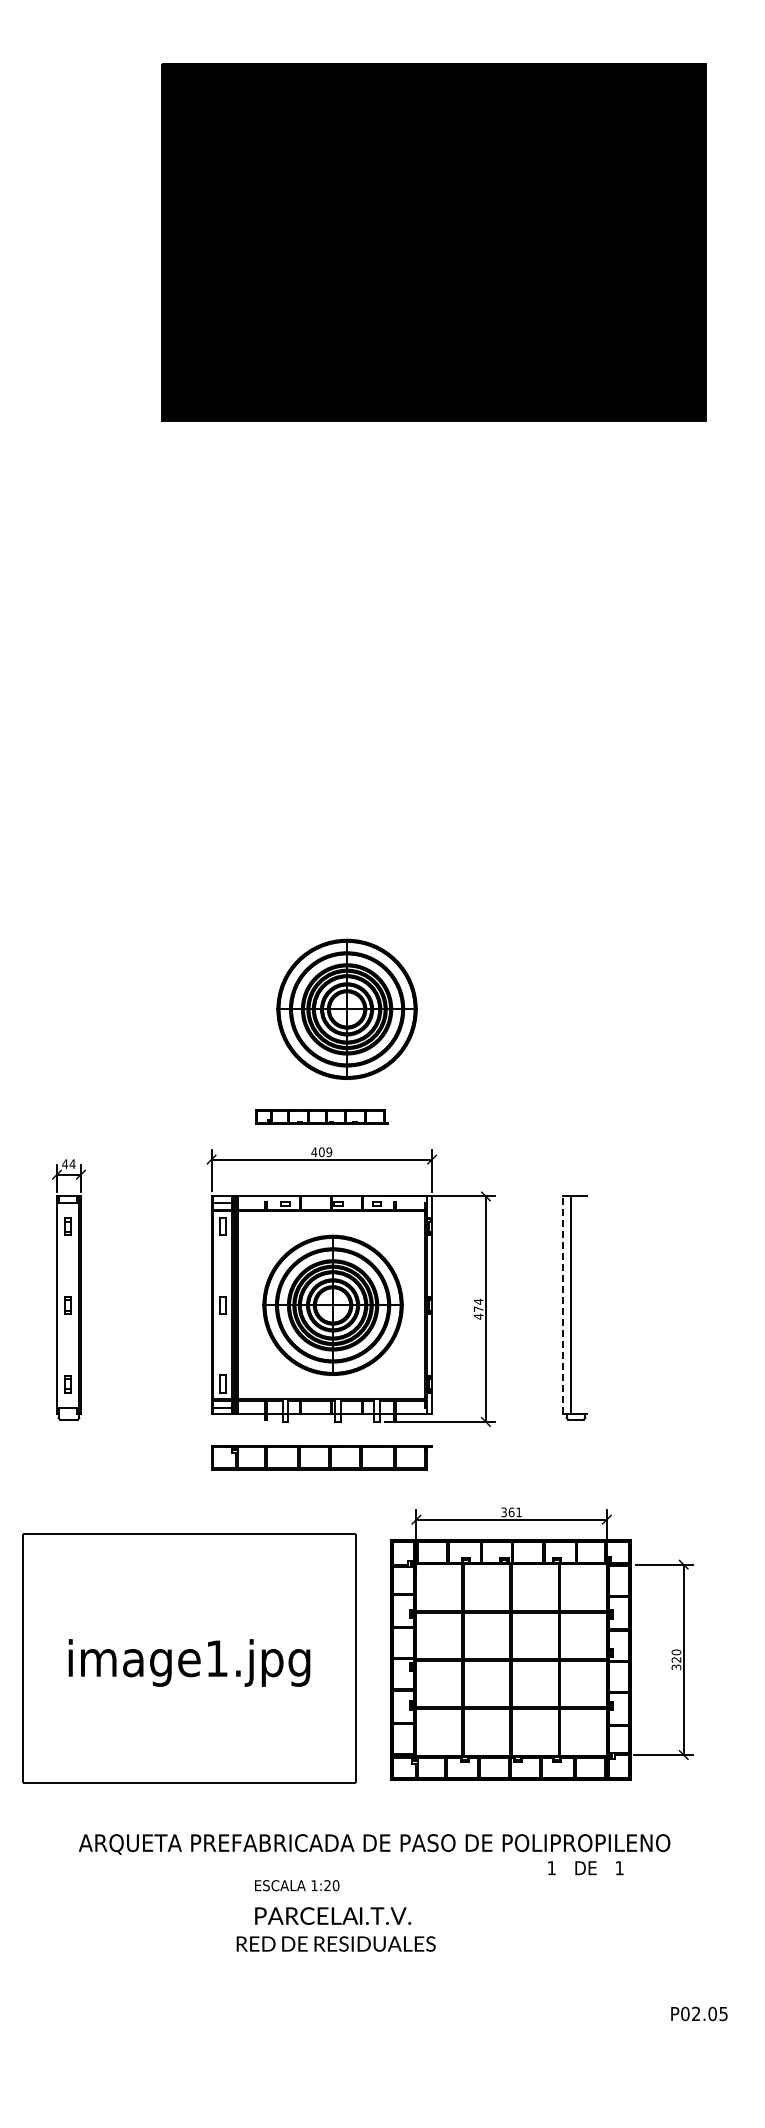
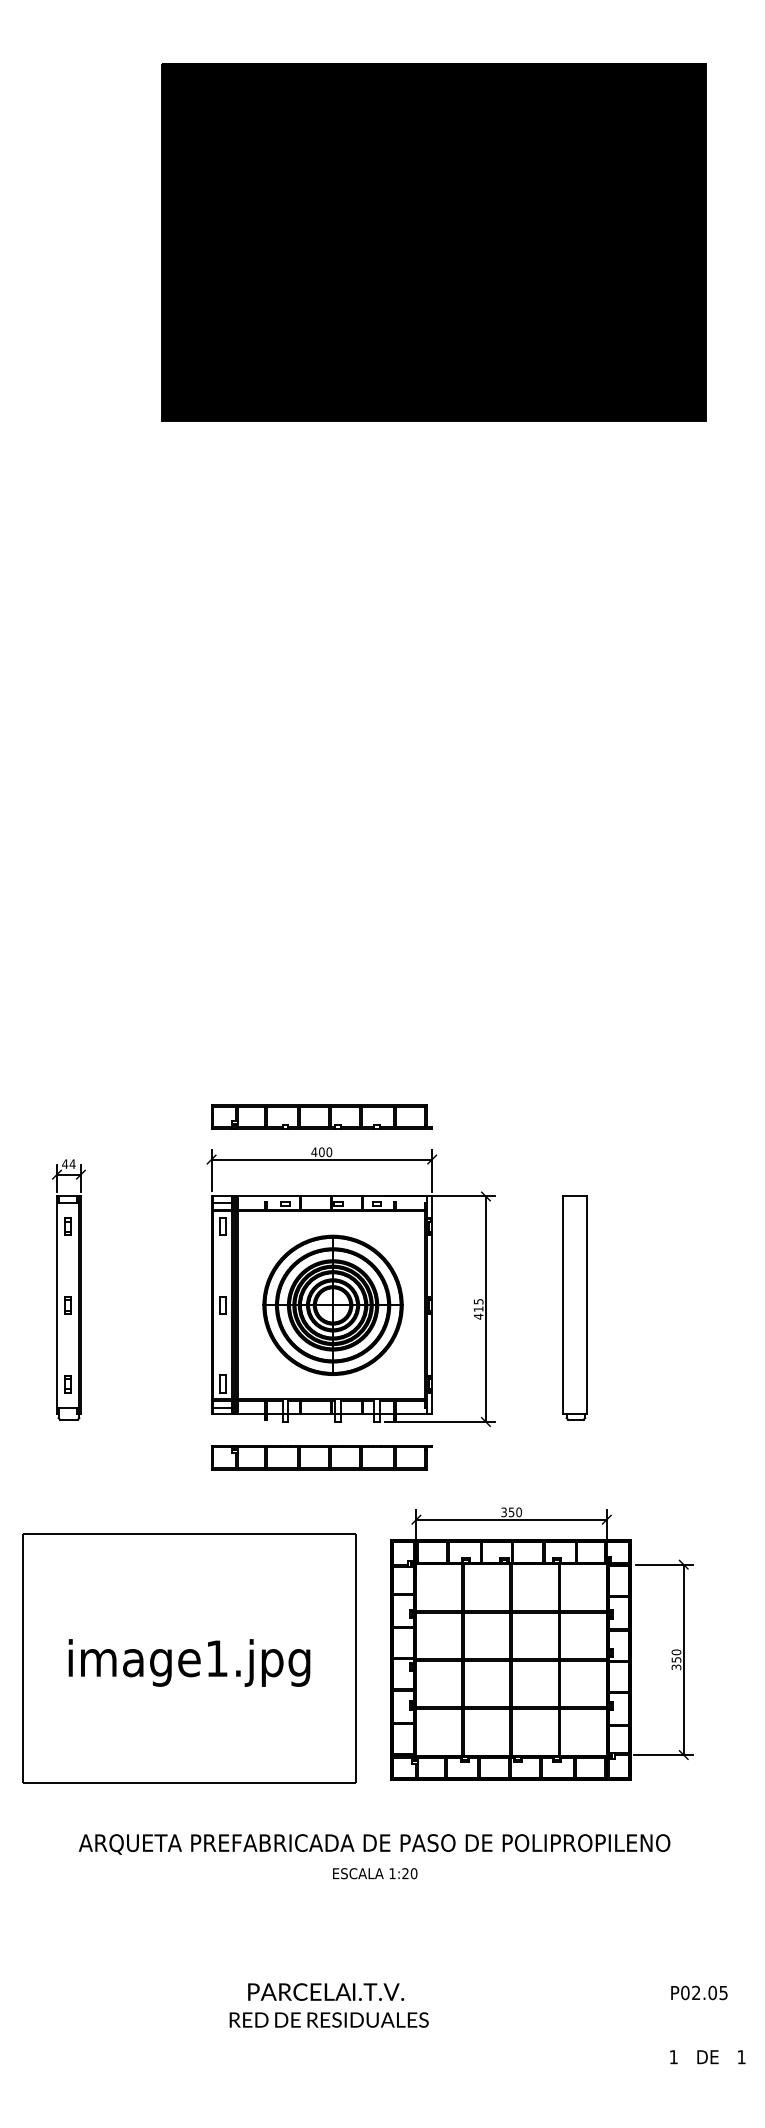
part at (346, 1008): present -> none
part at (321, 1116) size: 134x16 px -> 222x26 px
text at (328, 1152): 409 -> 400
text at (478, 1304): 474 -> 415
line at (562, 1305): dashed -> solid
line at (570, 1305) position: (570, 1305) -> (586, 1305)
text at (514, 1512): 361 -> 350
text at (676, 1659): 320 -> 350
text at (585, 1868) position: (585, 1868) -> (707, 2057)
text at (297, 1885) position: (297, 1885) -> (375, 1873)
text at (335, 1929) position: (335, 1929) -> (328, 2005)
text at (699, 2013) position: (699, 2013) -> (699, 1992)
